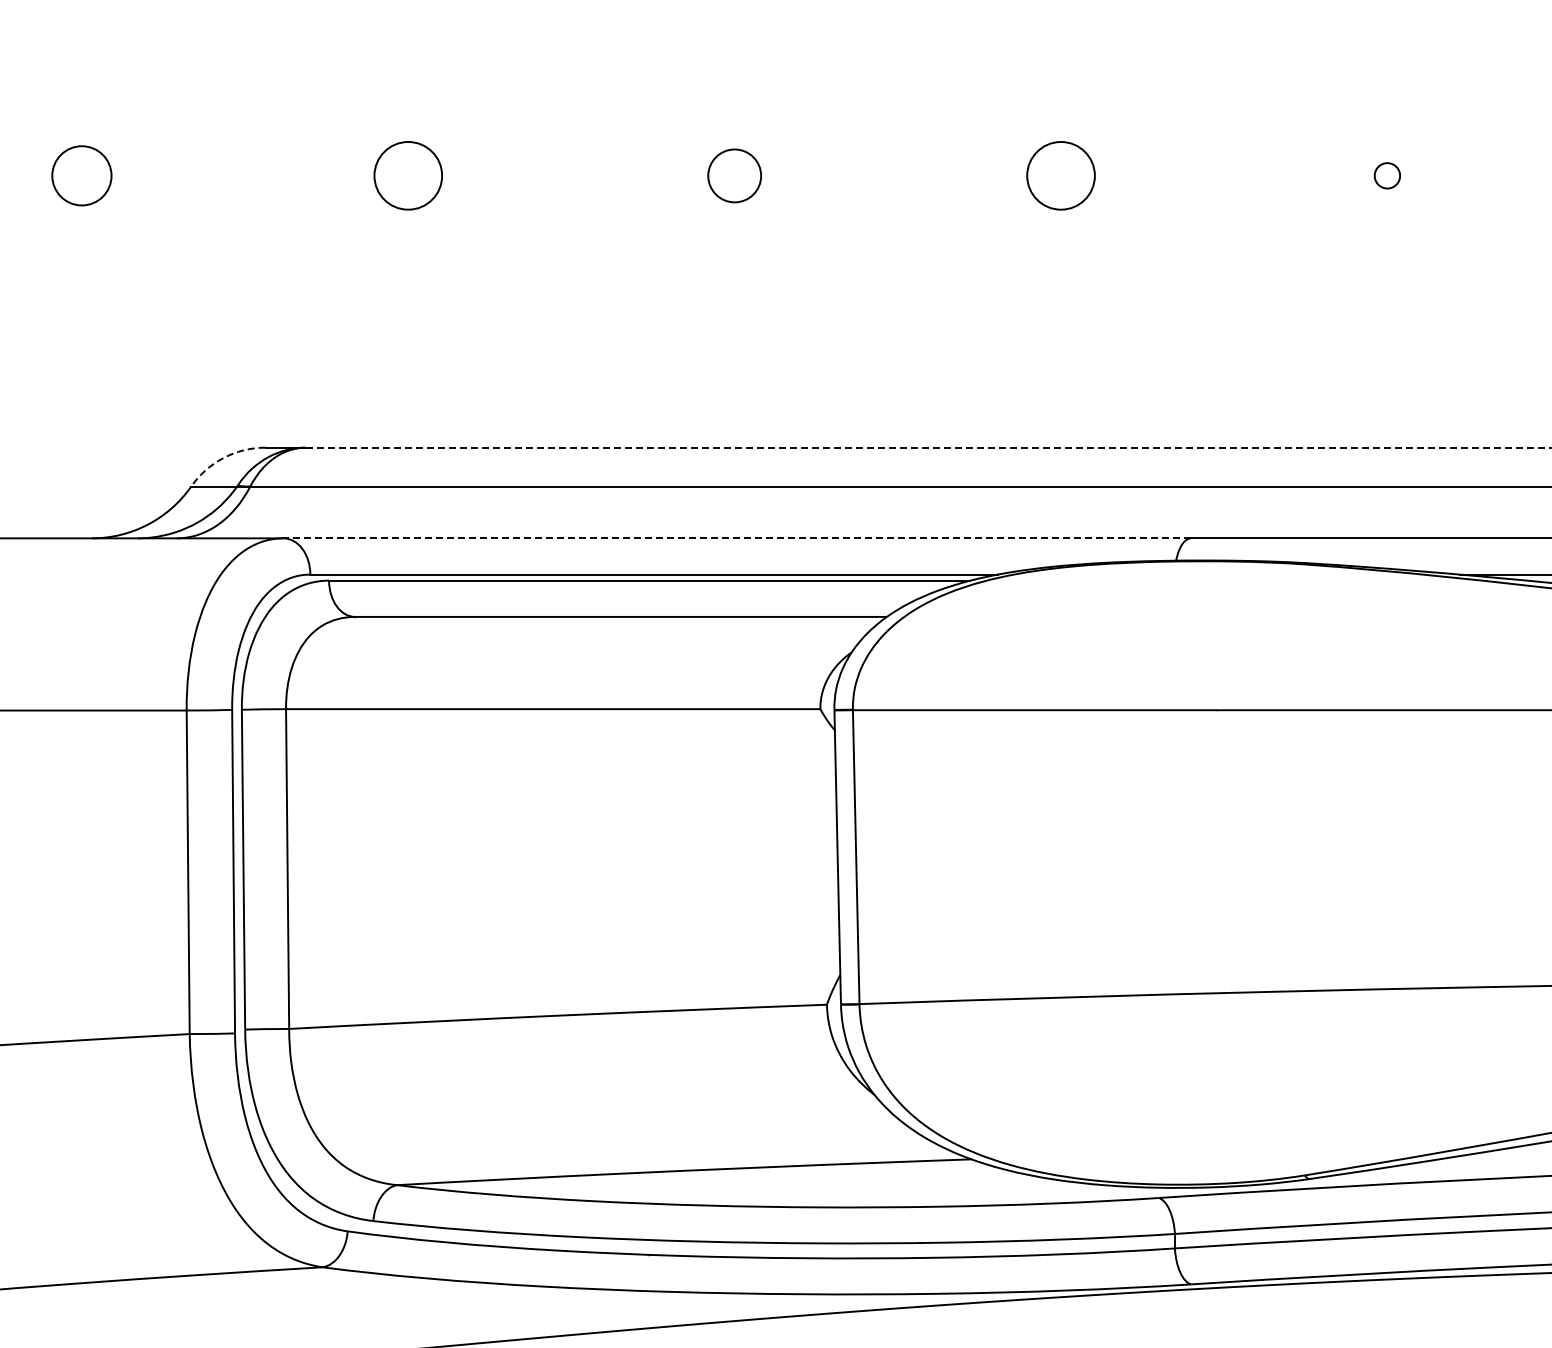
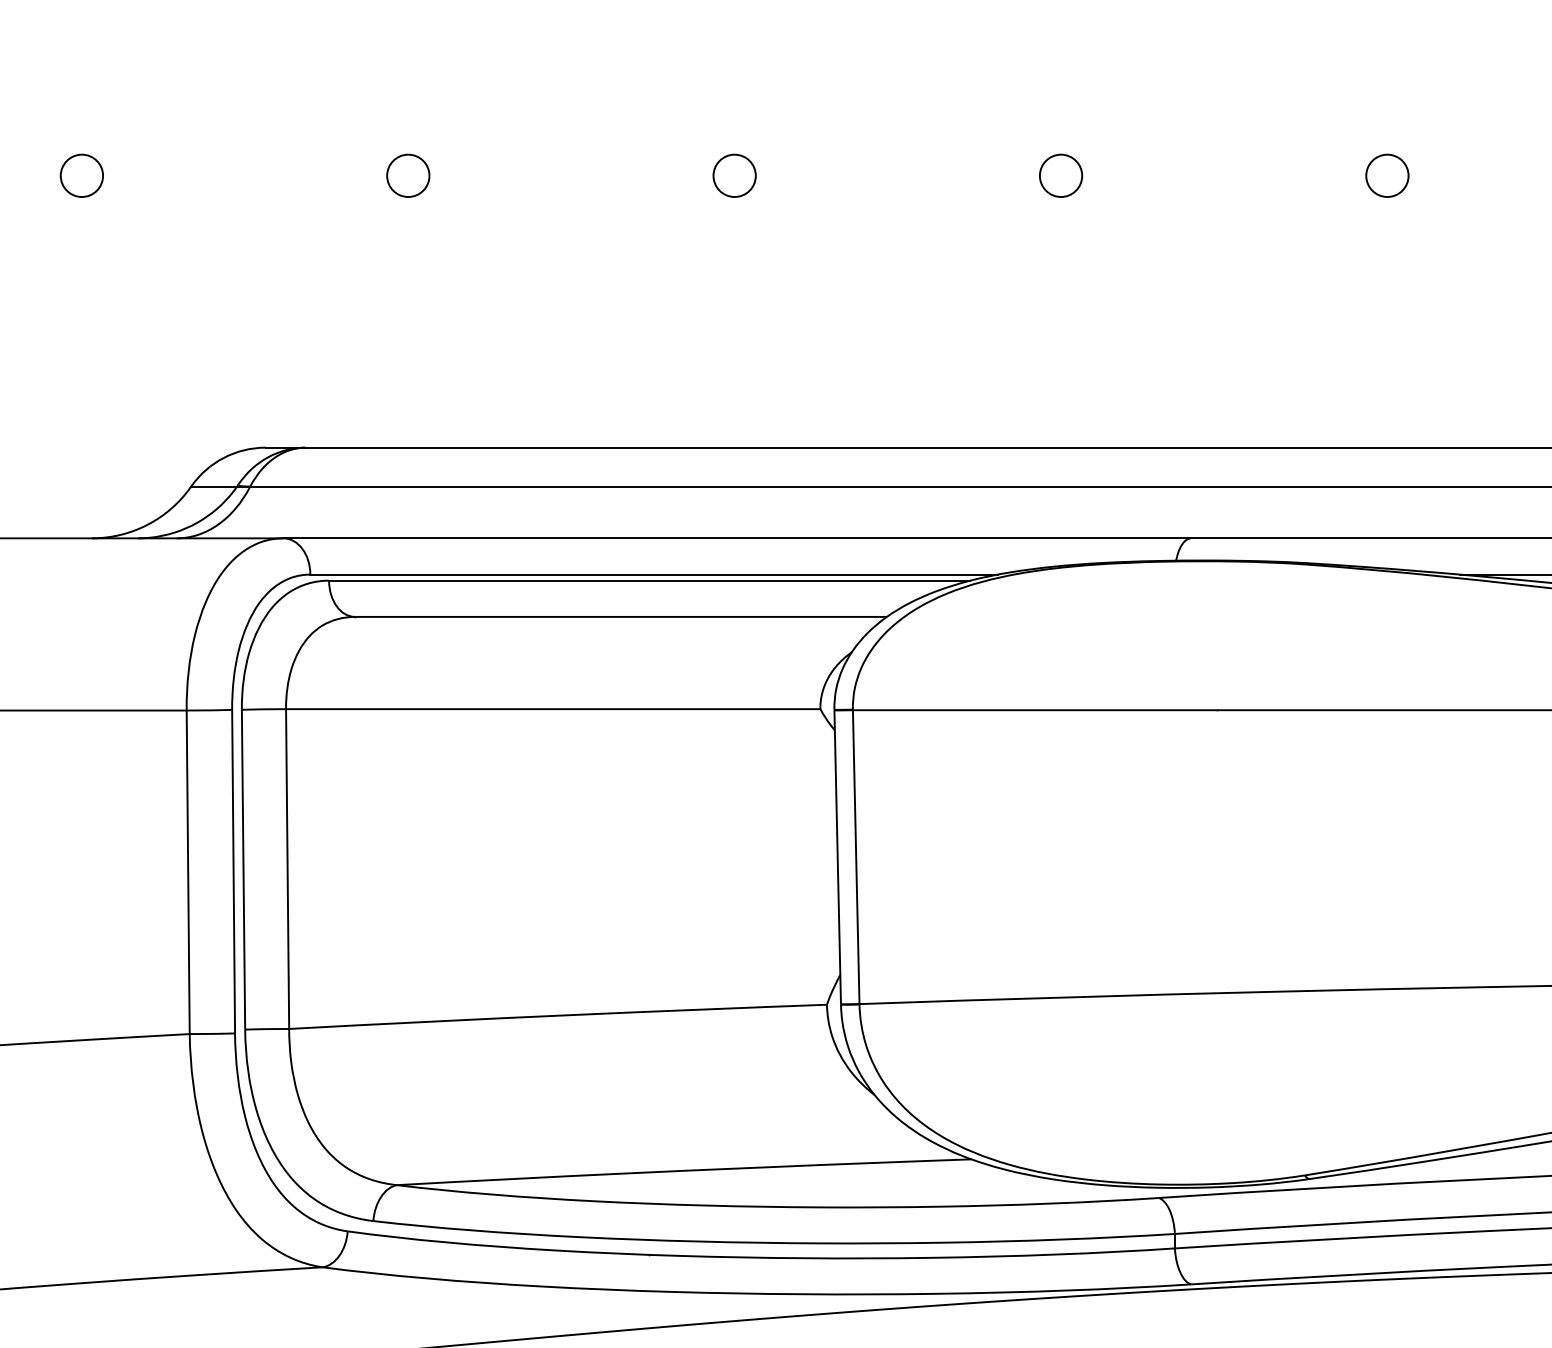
circle at (81, 175) diameter: 59 px -> 42 px
circle at (408, 175) diameter: 68 px -> 42 px
circle at (734, 175) size: 55x56 px -> 45x45 px
circle at (1060, 175) diameter: 68 px -> 42 px
circle at (1387, 175) diameter: 25 px -> 42 px
line at (928, 447): dashed -> solid
arc at (223, 457): dashed -> solid
line at (737, 538): dashed -> solid
